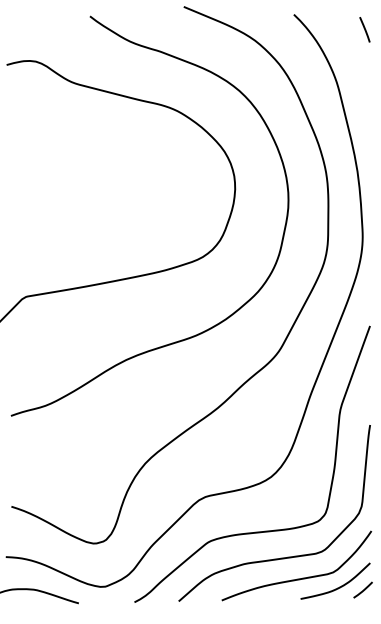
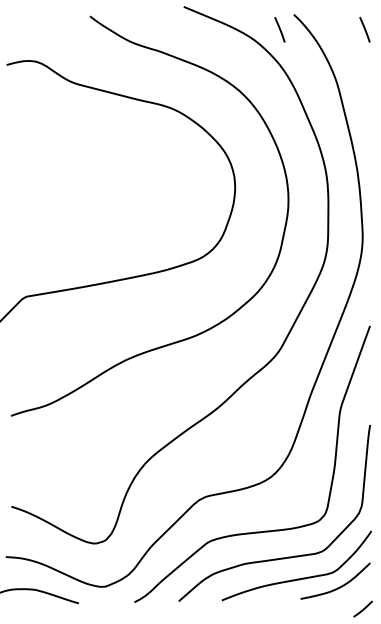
line at (279, 29): none -> present
line at (363, 589) position: (363, 589) -> (363, 608)
